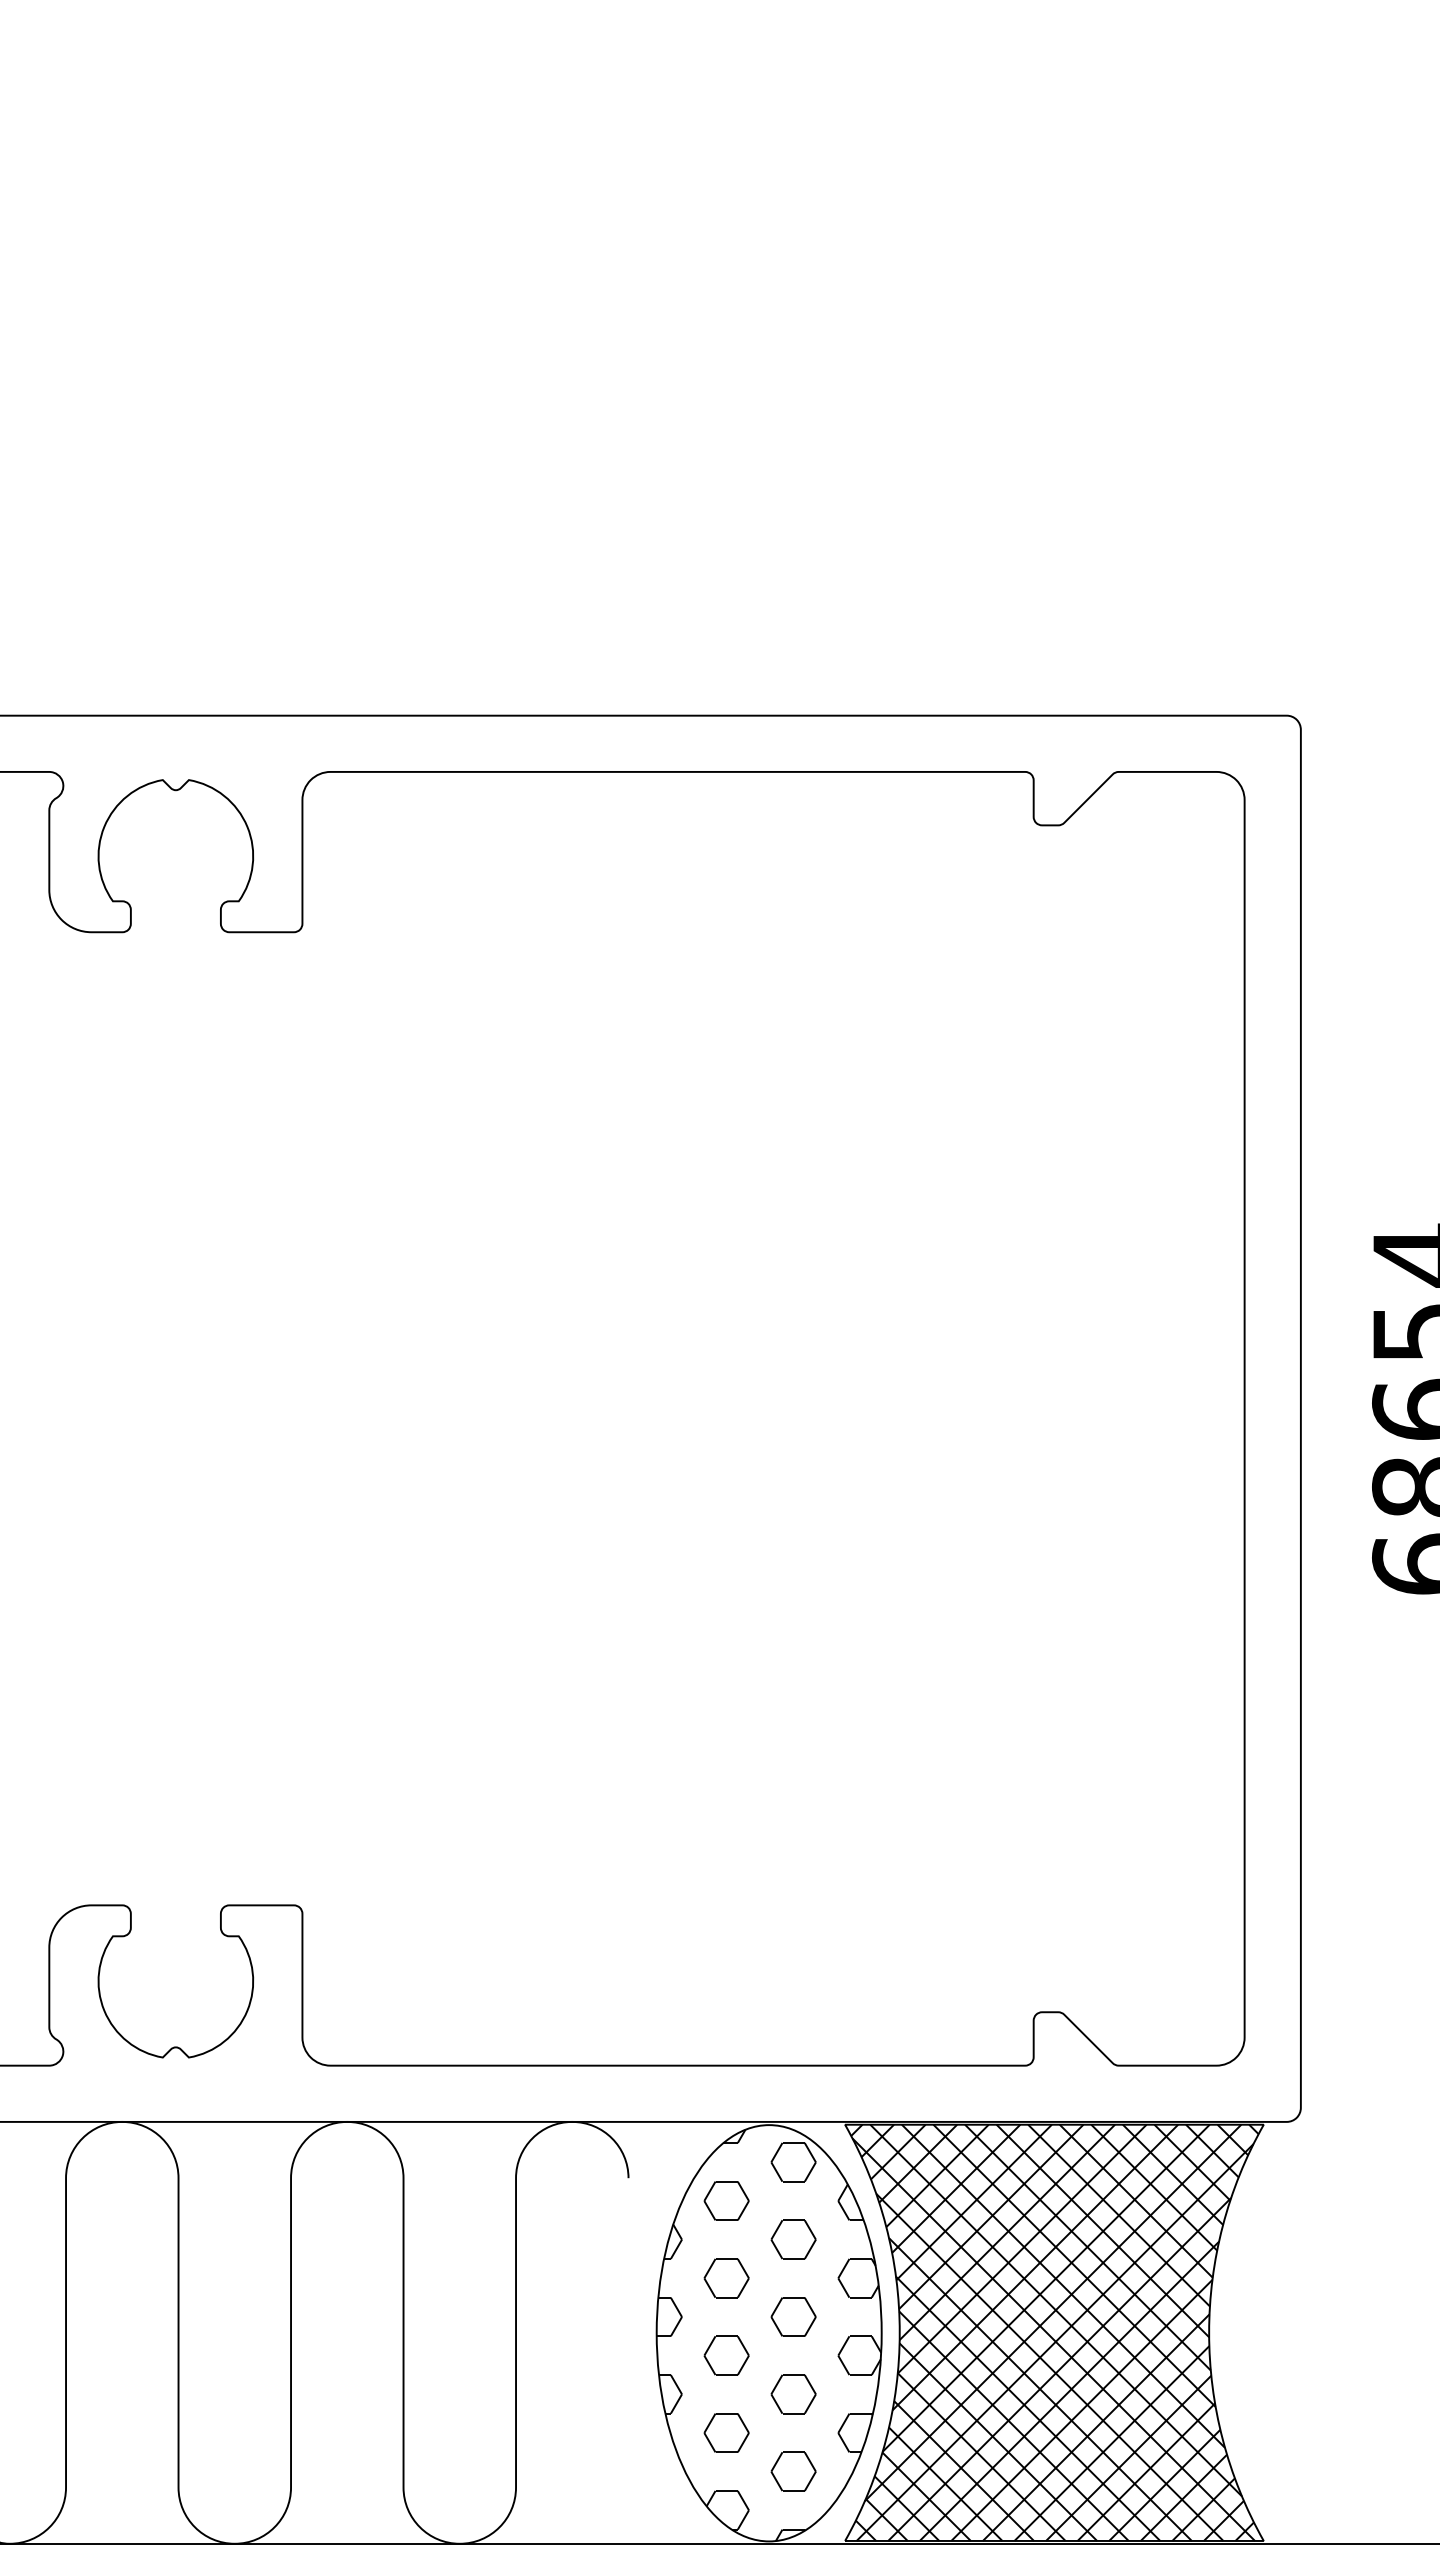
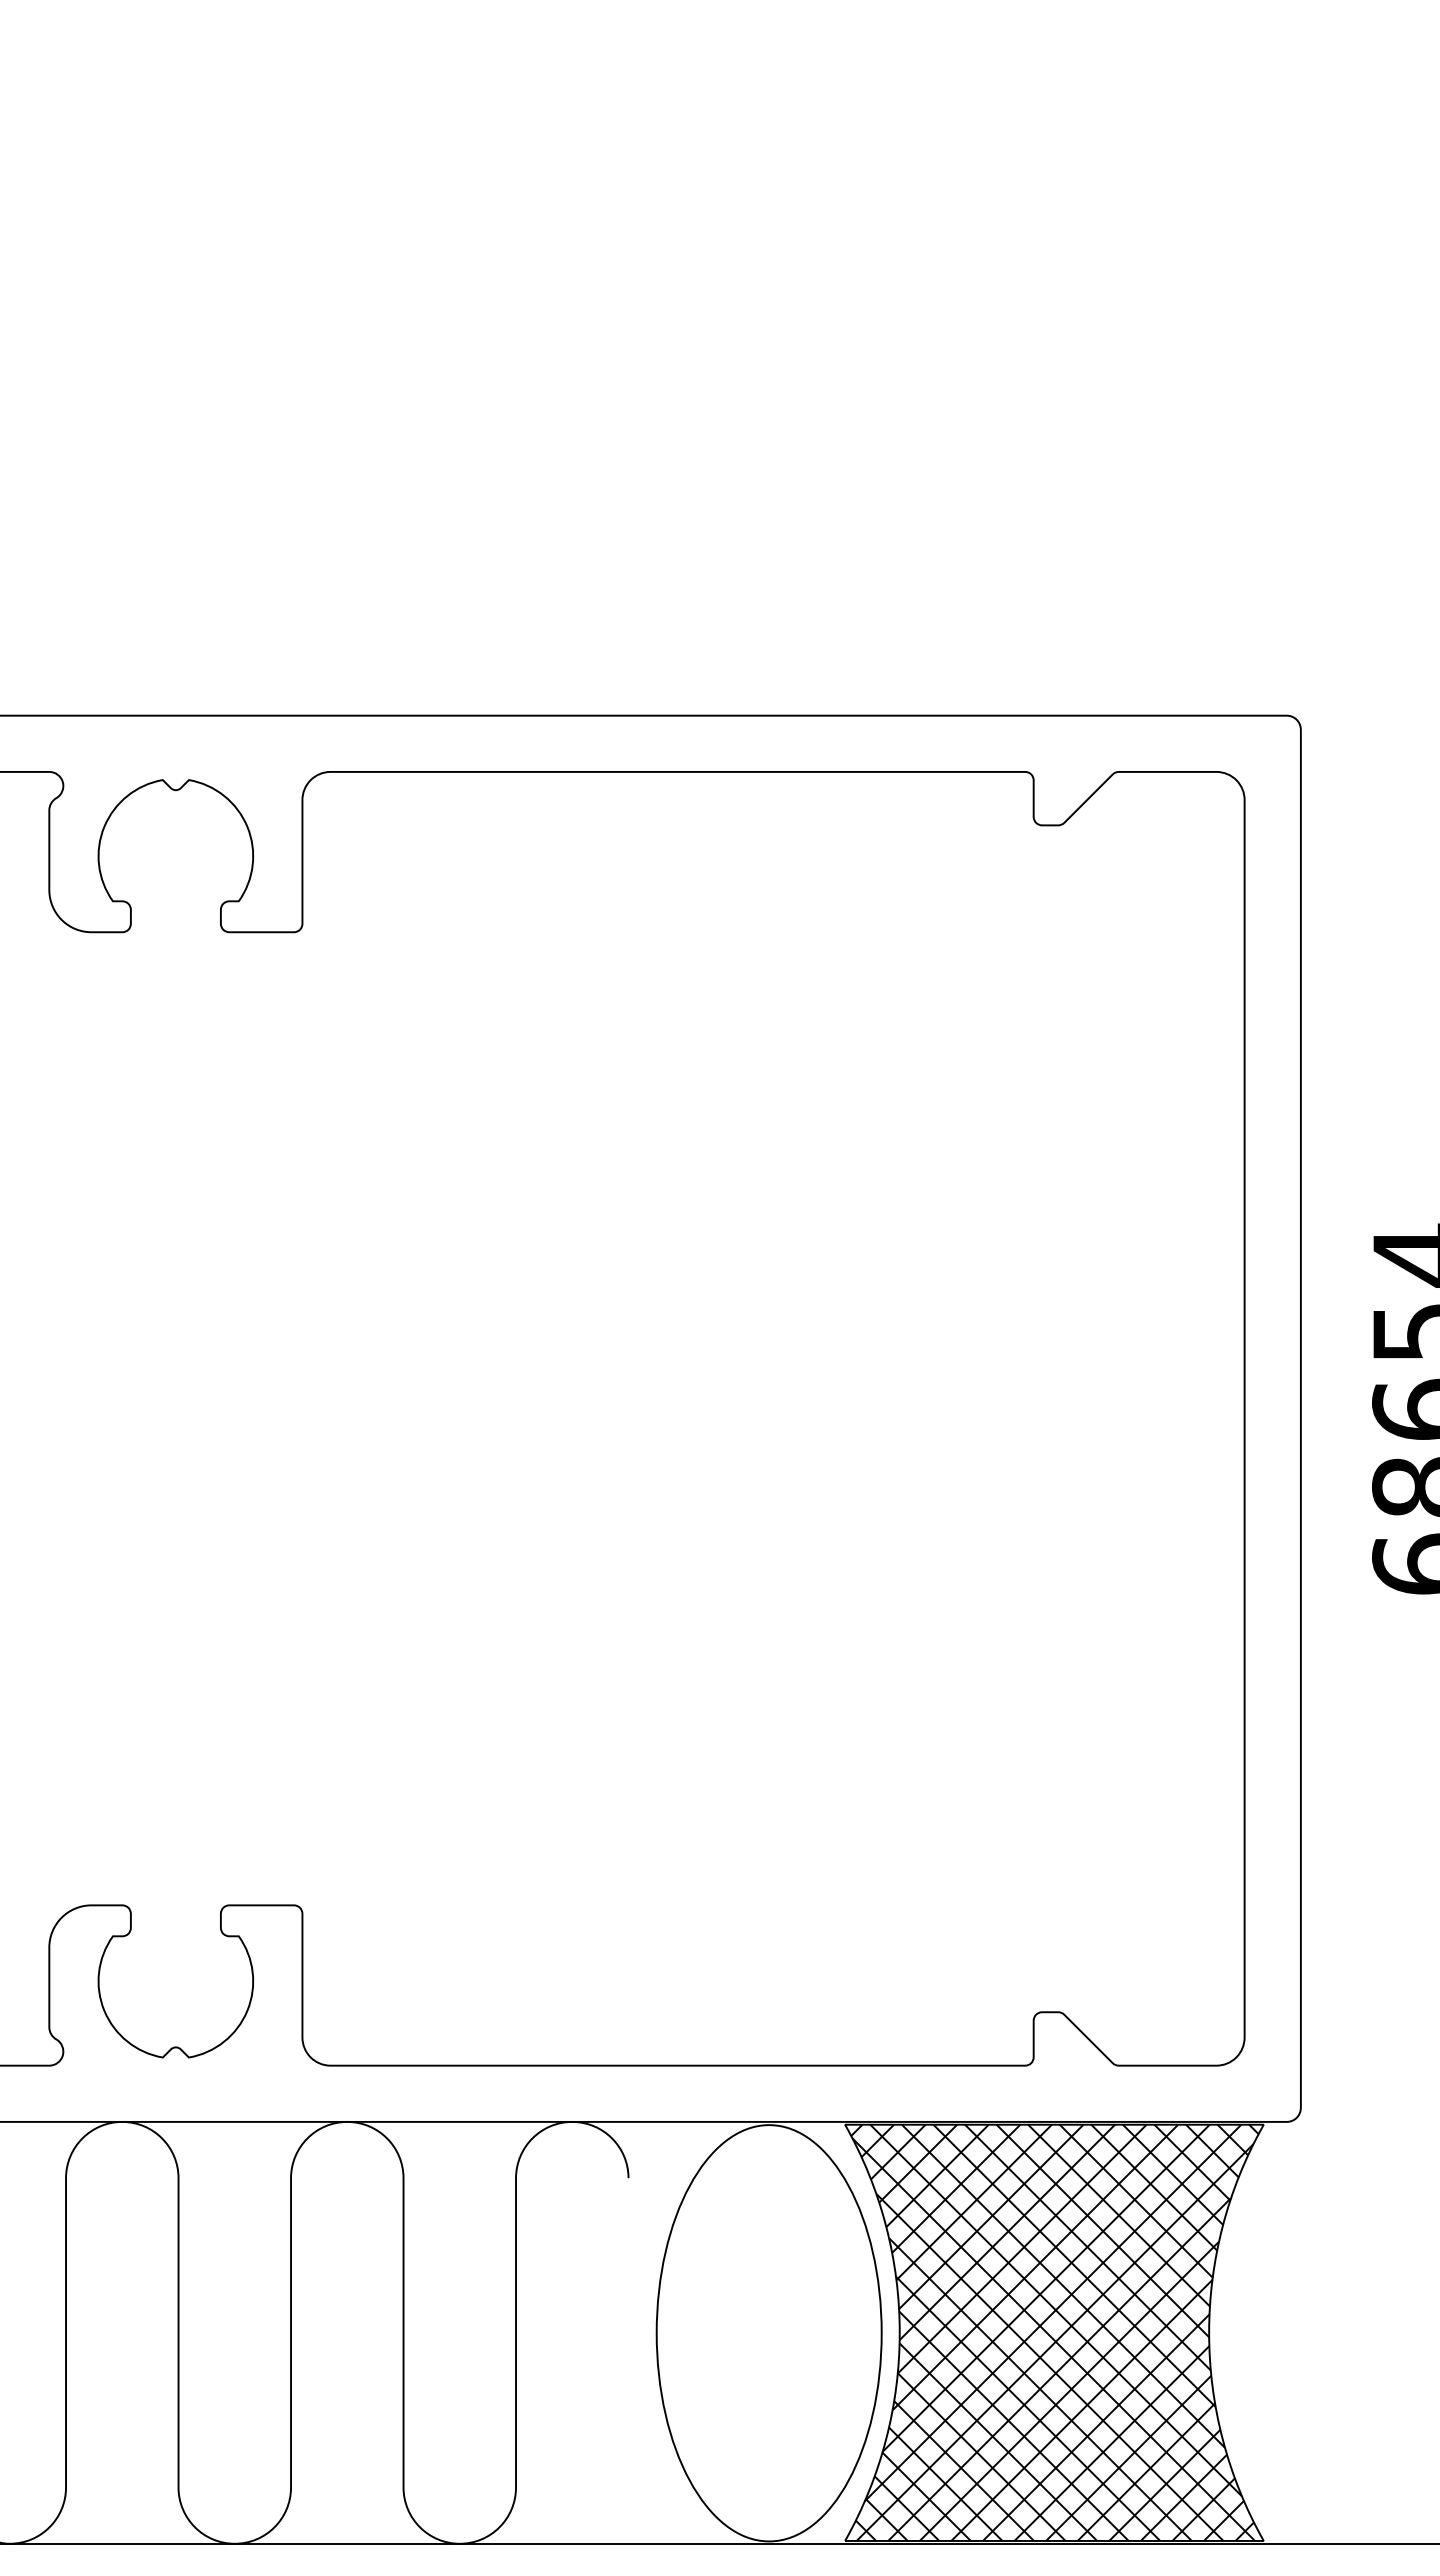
hatch at (768, 2335): present -> none
